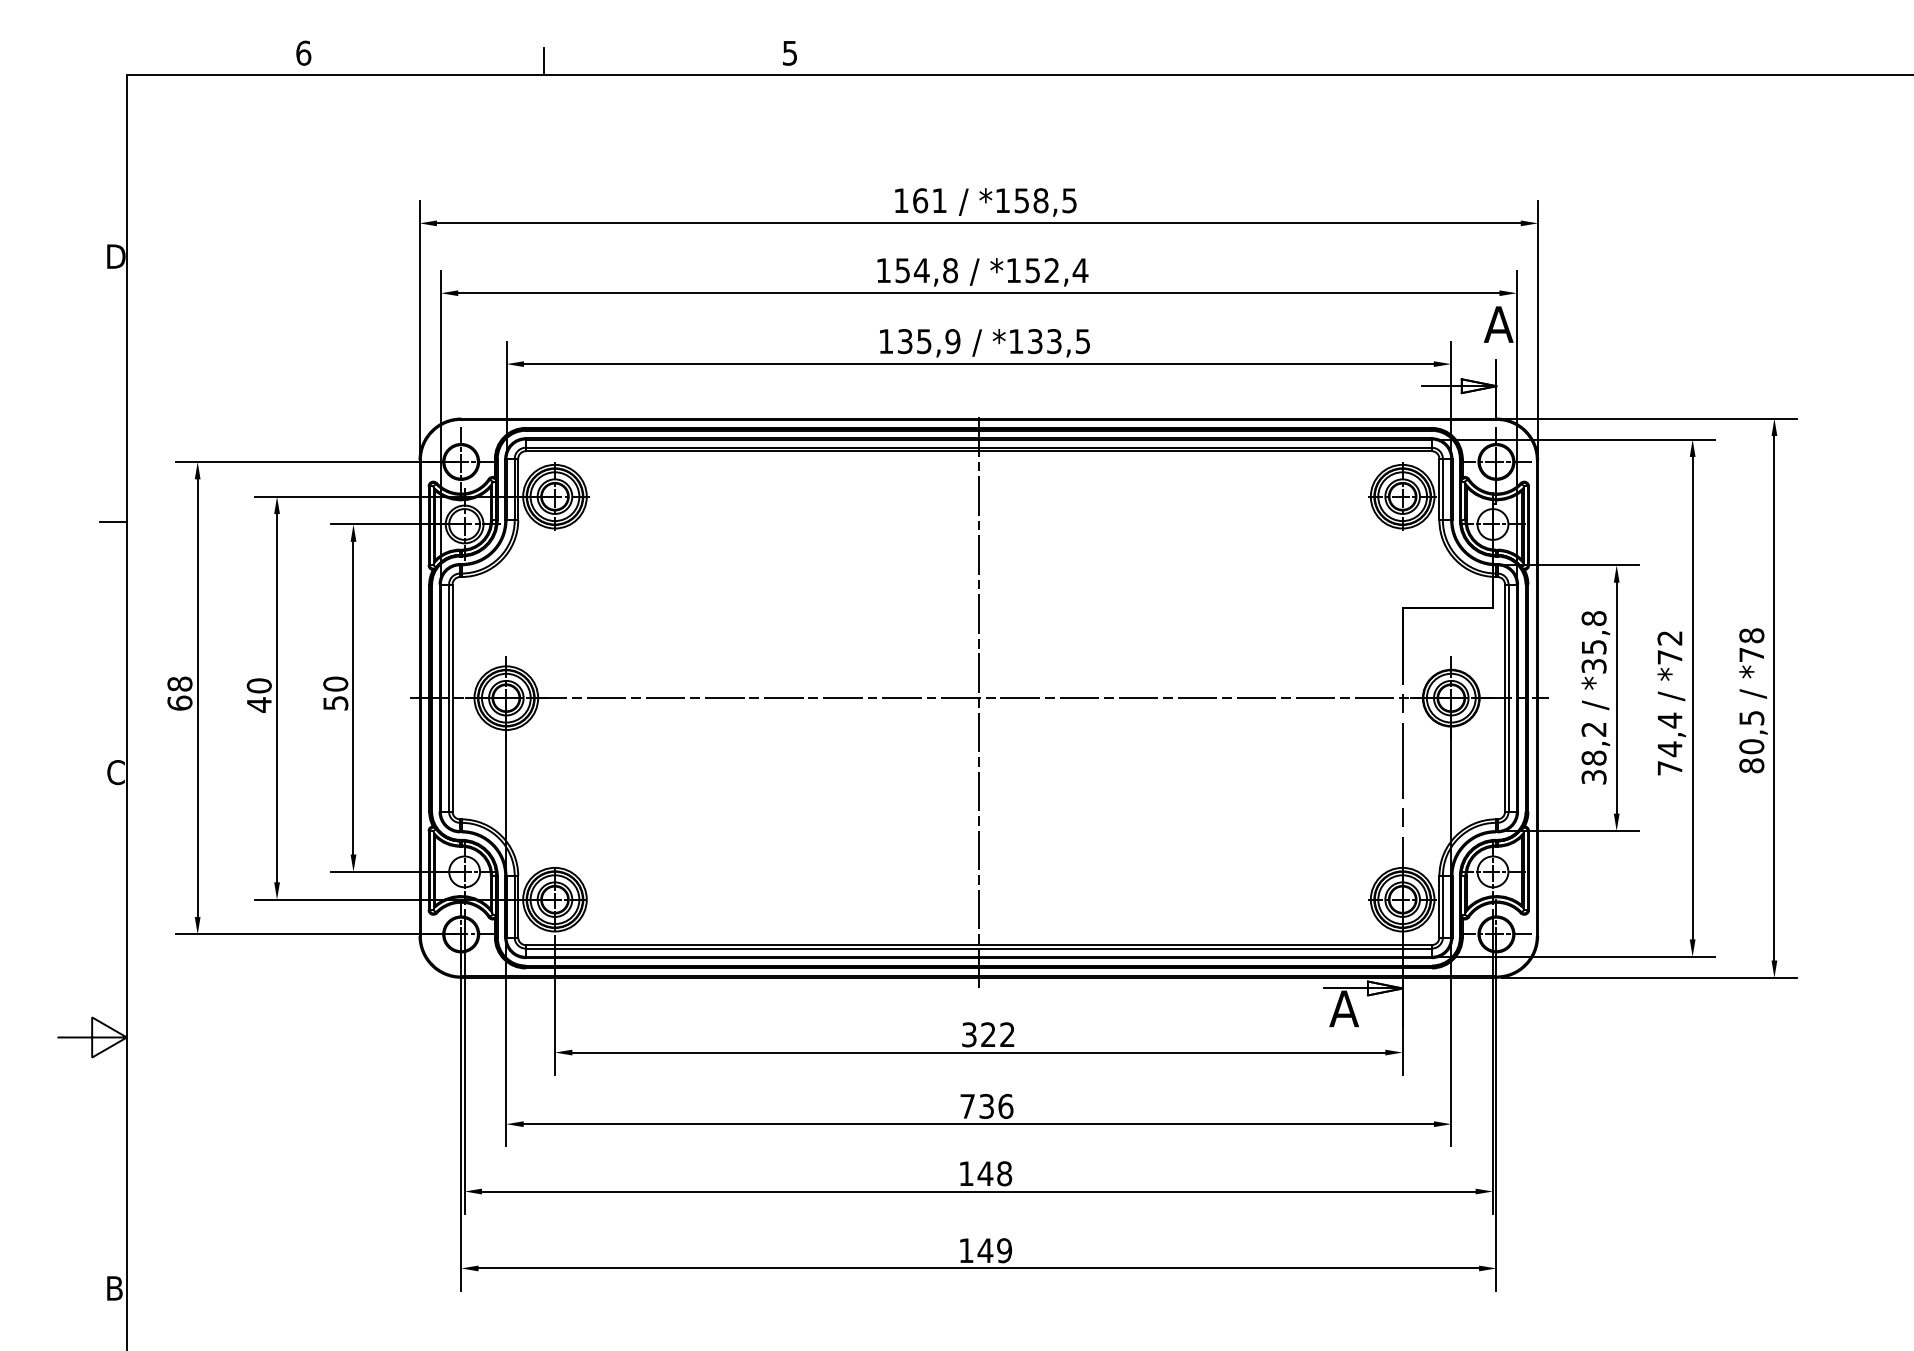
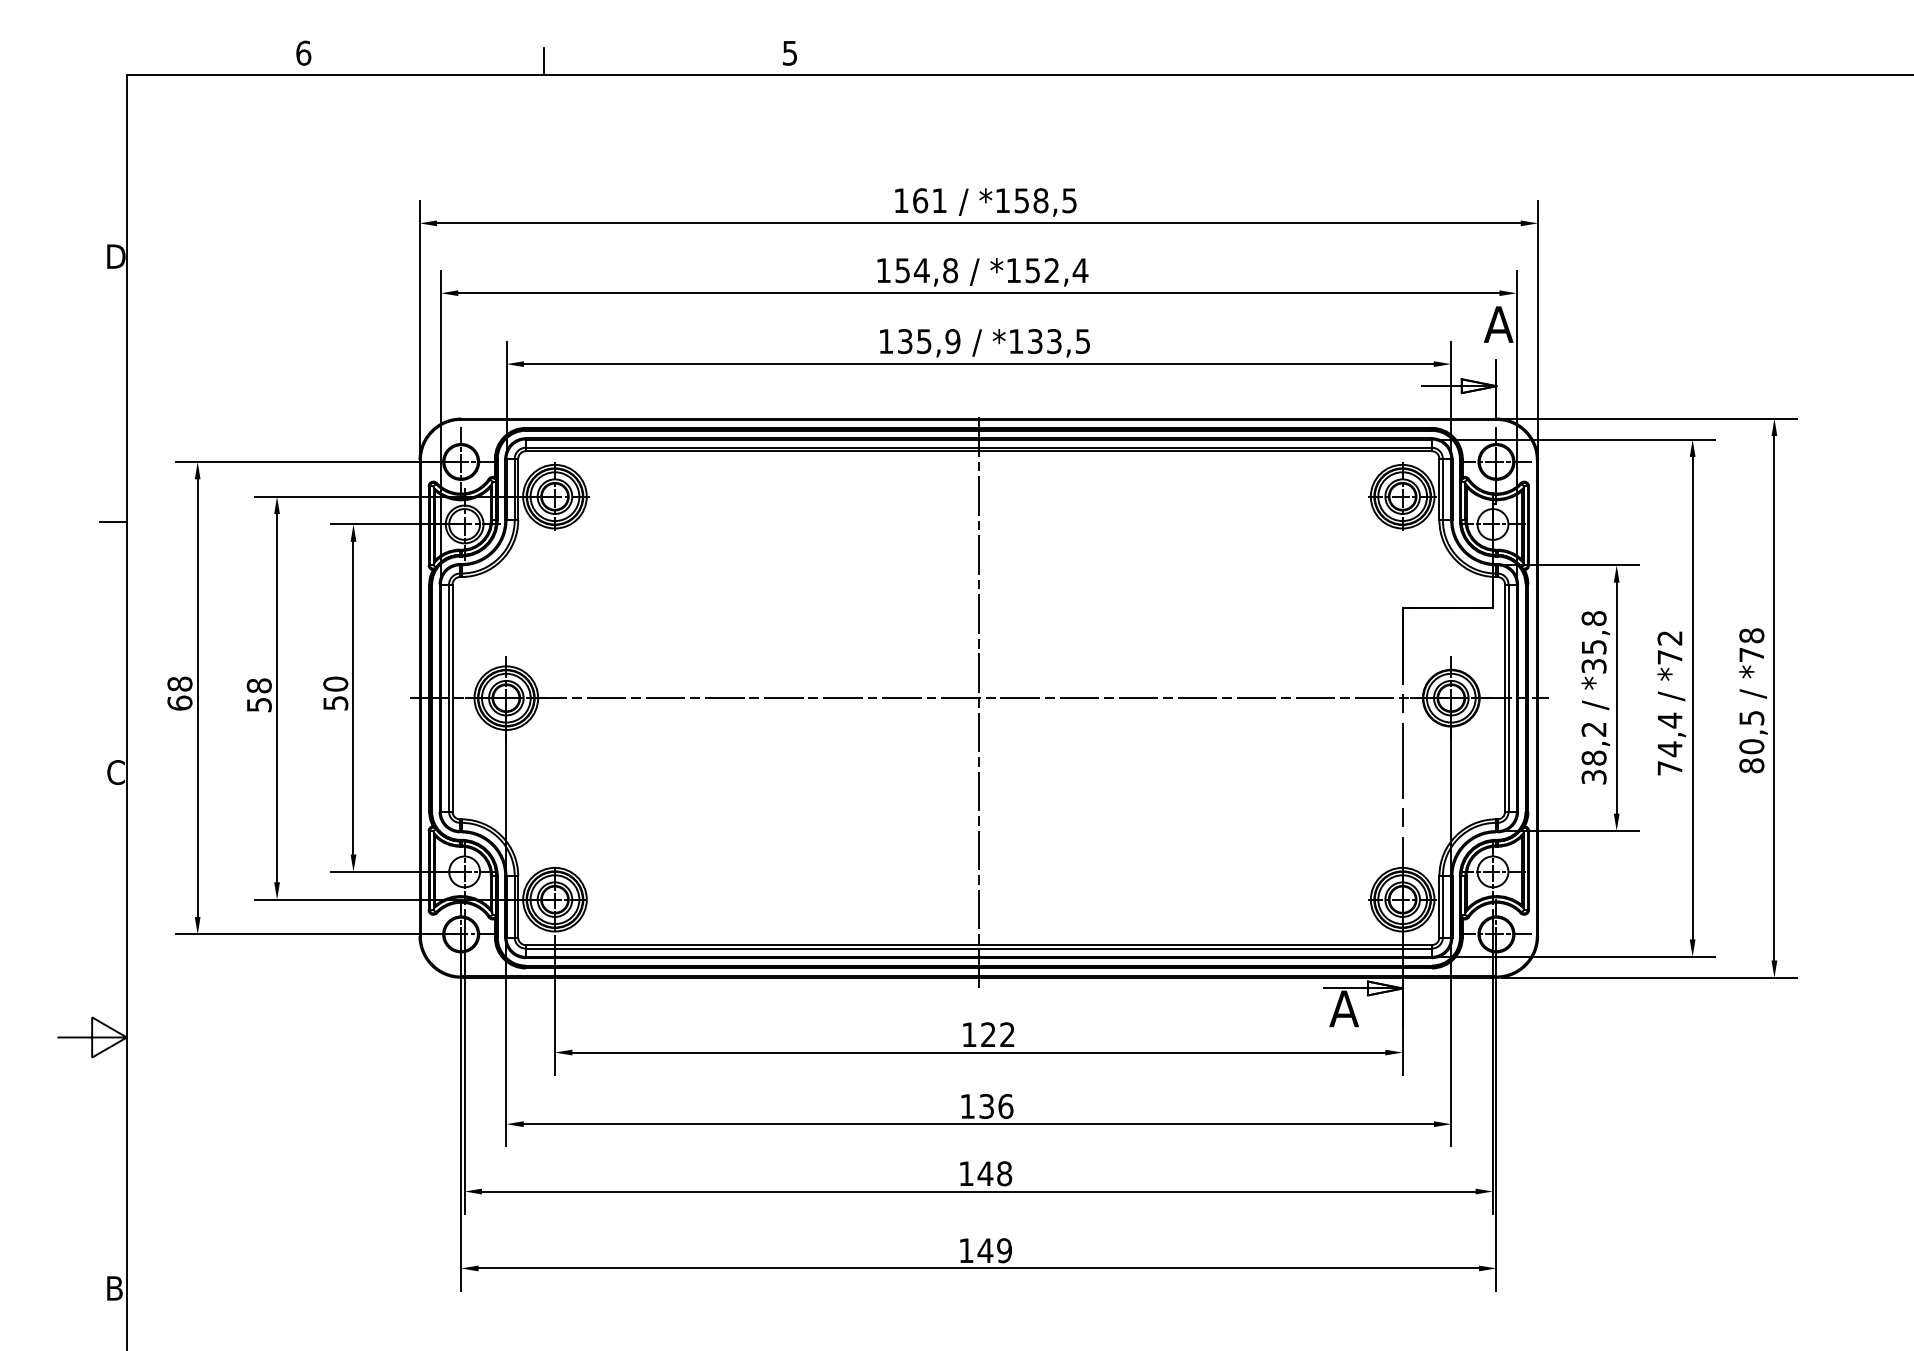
text at (259, 695): 40 -> 58
text at (969, 1034): 322 -> 122
text at (967, 1106): 736 -> 136
